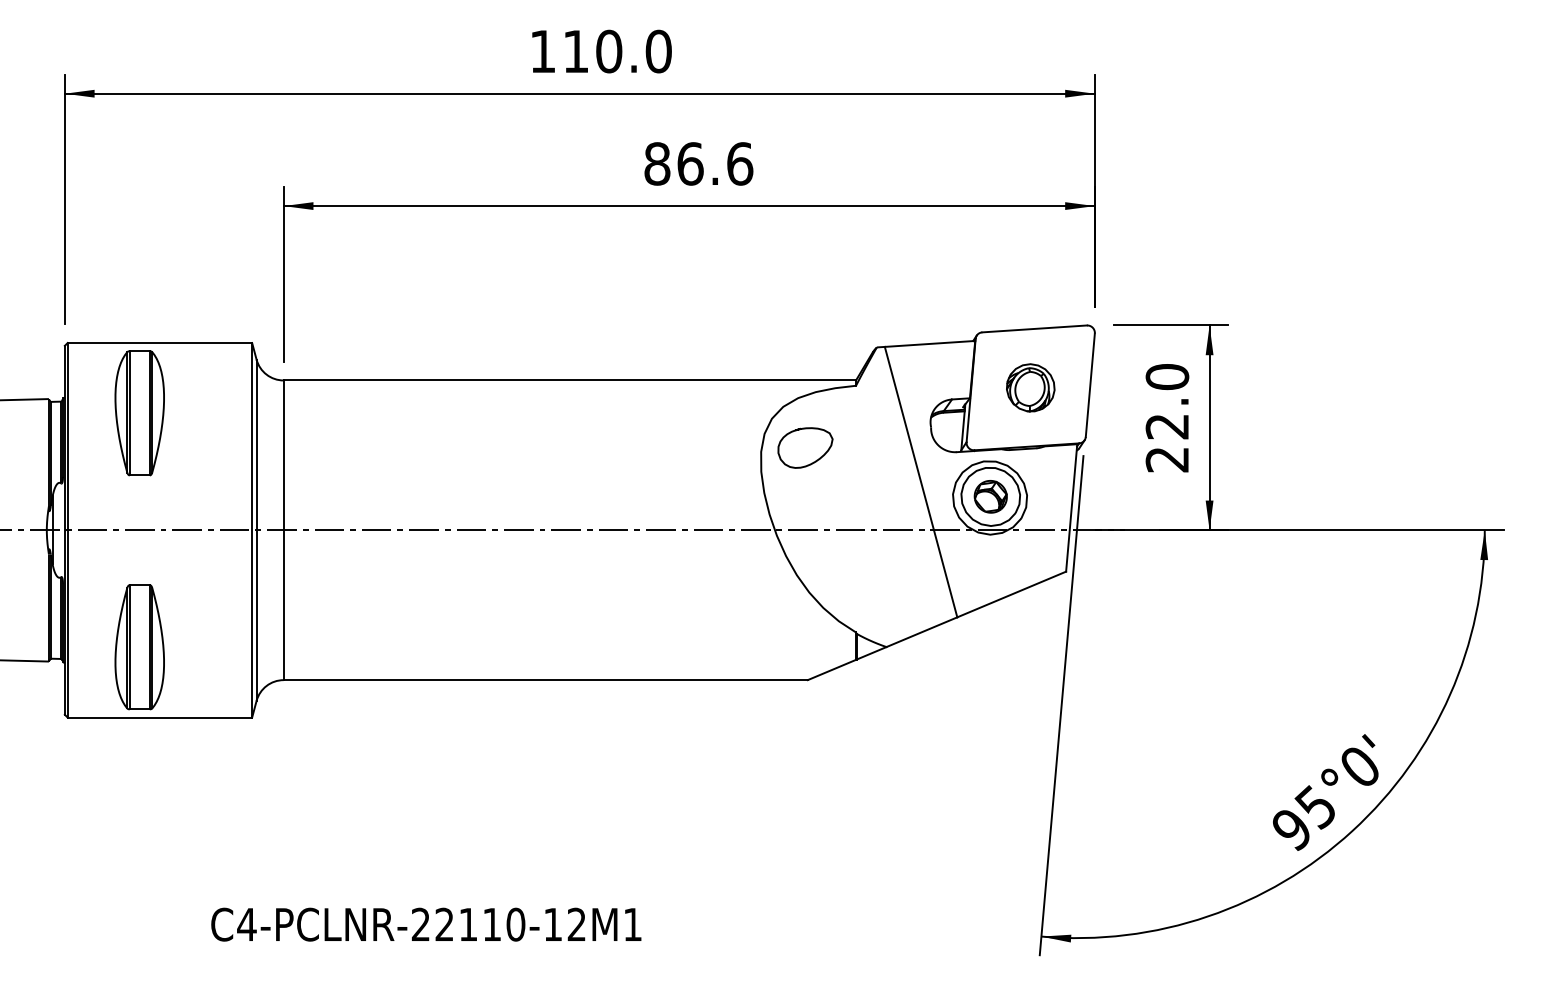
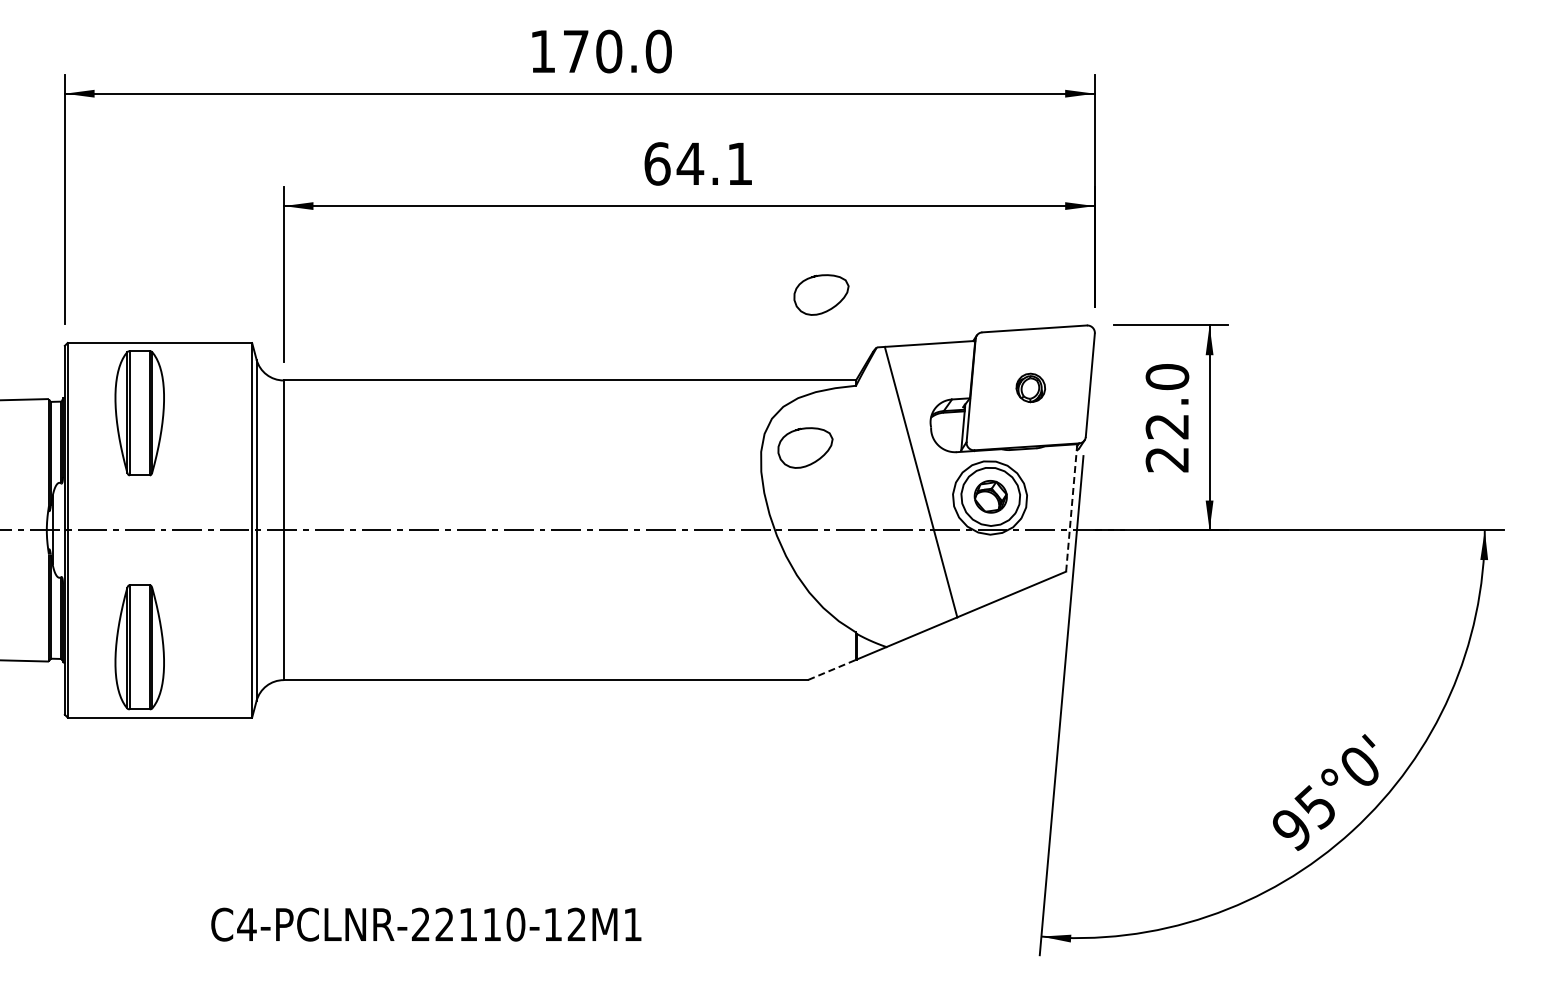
text at (576, 51): 110.0 -> 170.0
text at (698, 163): 86.6 -> 64.1
curve at (829, 308): none -> present
part at (1030, 387) size: 50x50 px -> 31x32 px
line at (1071, 507): solid -> dashed
line at (831, 670): solid -> dashed
